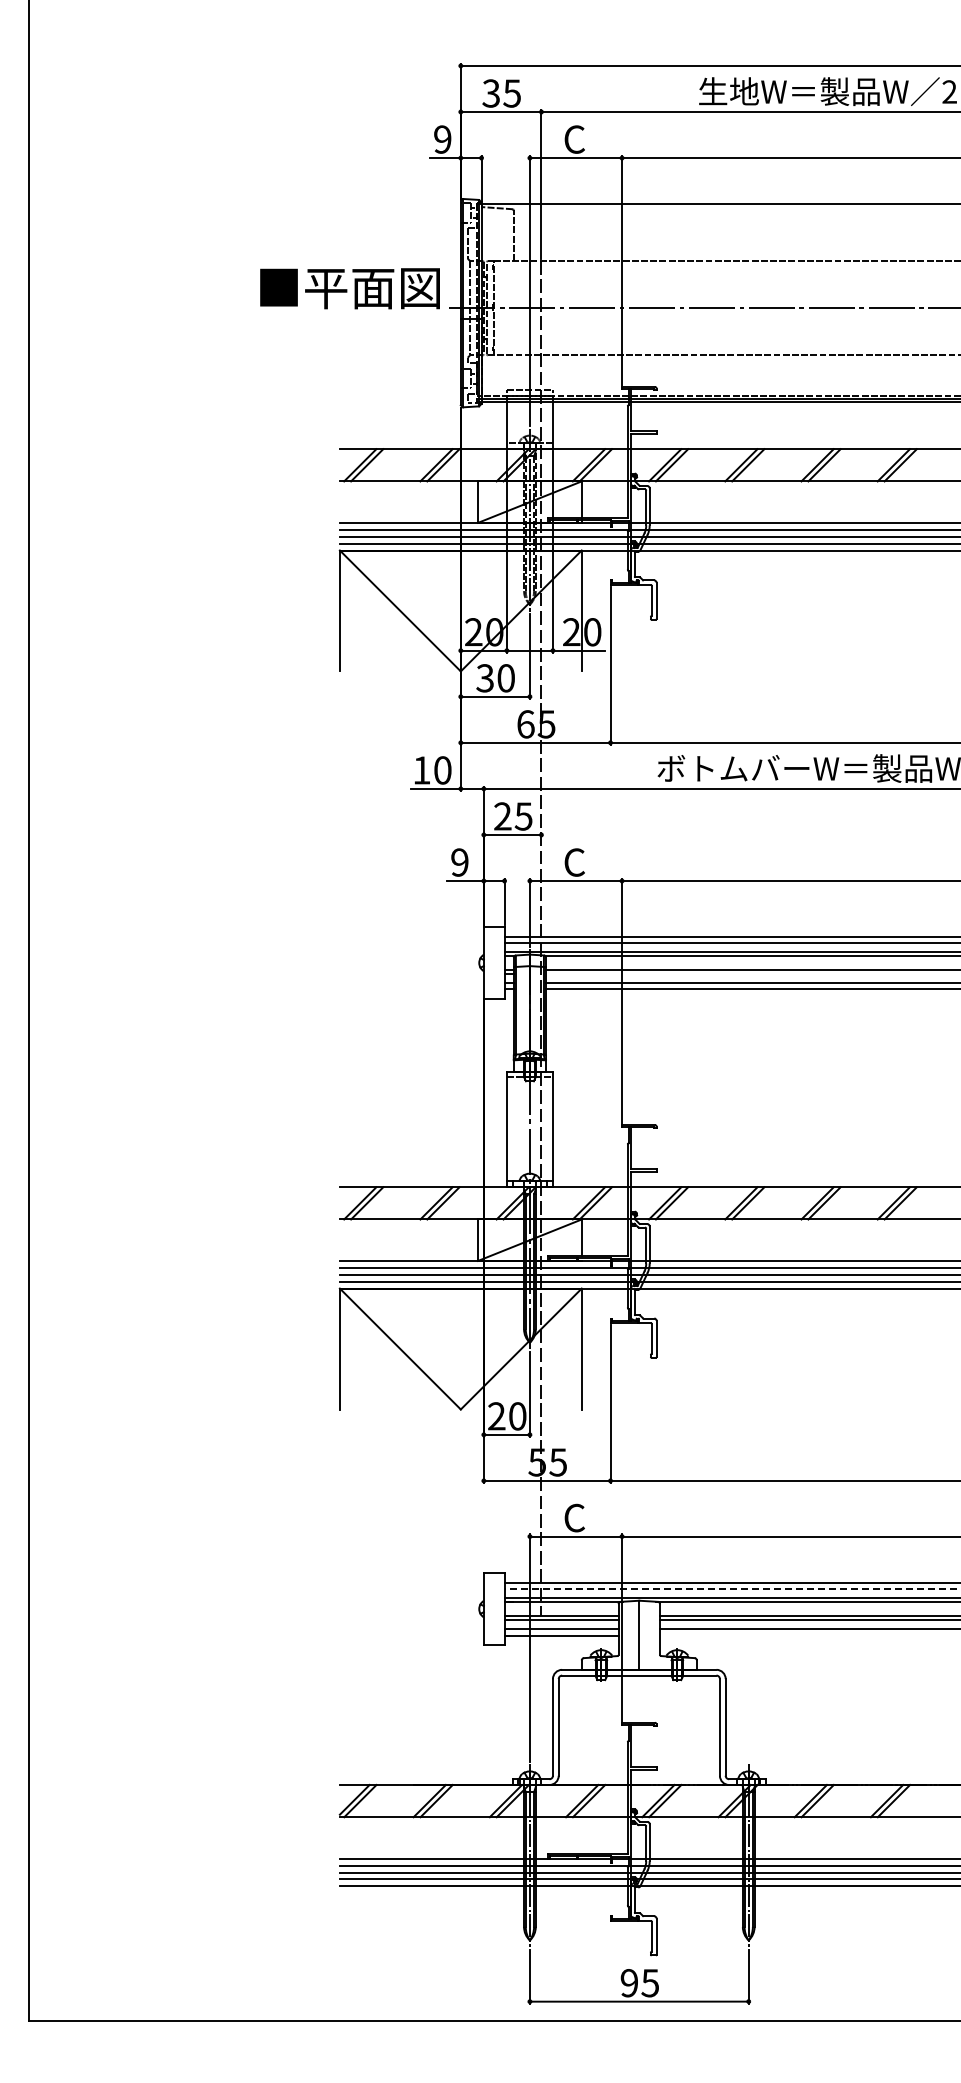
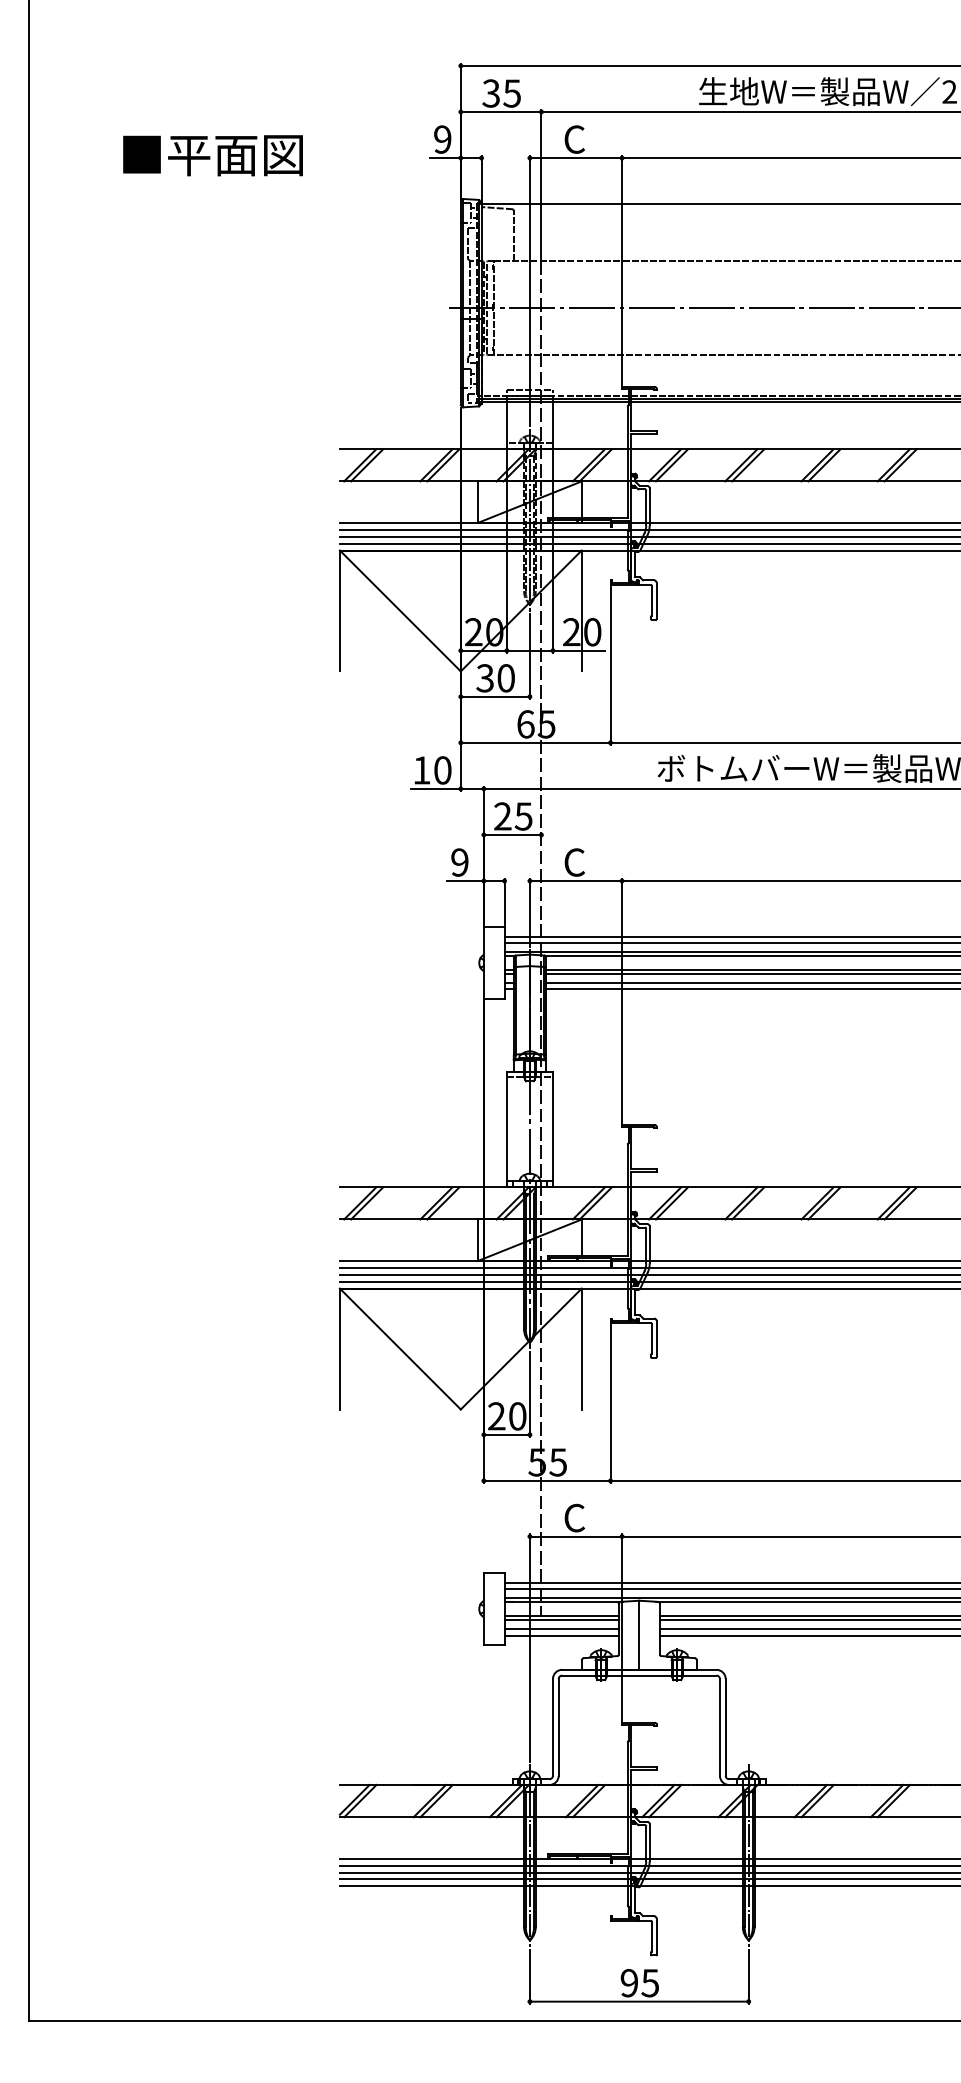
text at (349, 288) position: (349, 288) -> (212, 155)
line at (751, 973): none -> present
line at (732, 1589): dashed -> solid
line at (808, 1635): none -> present
